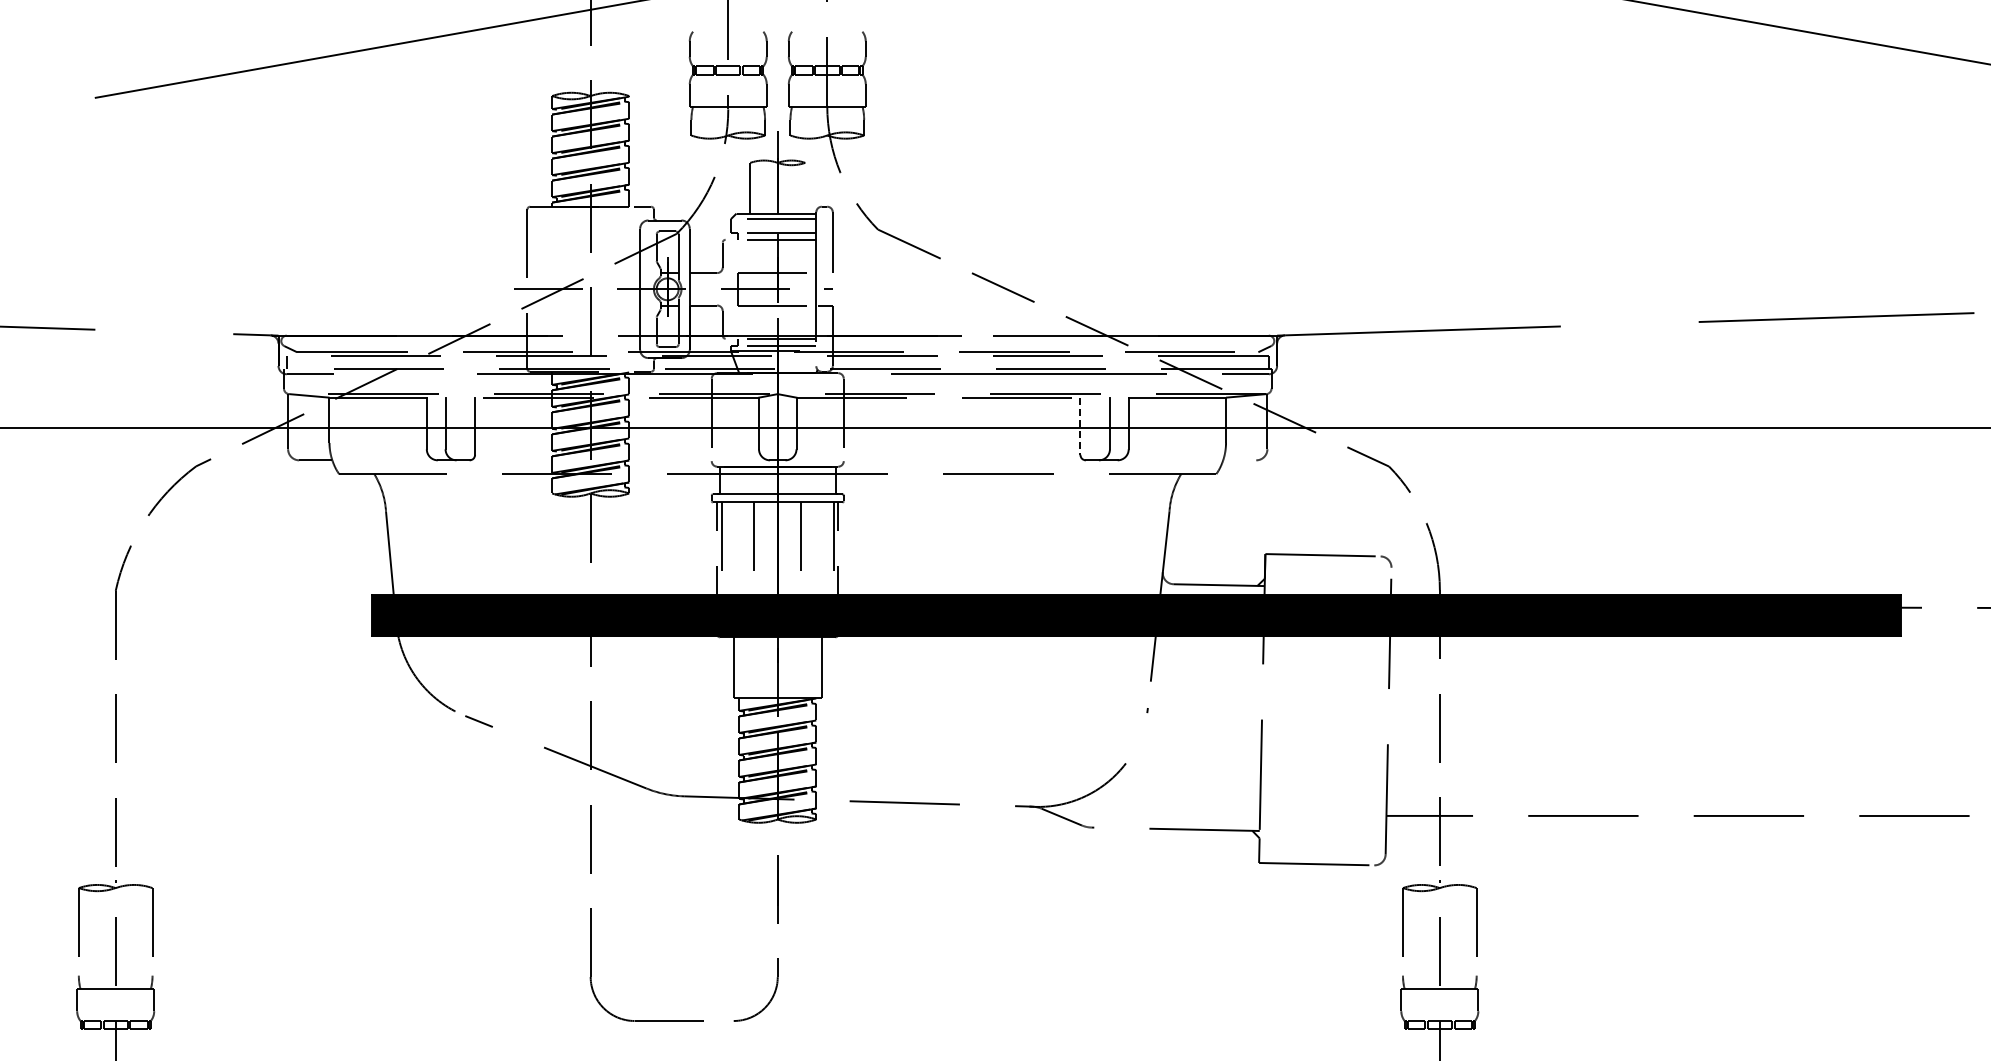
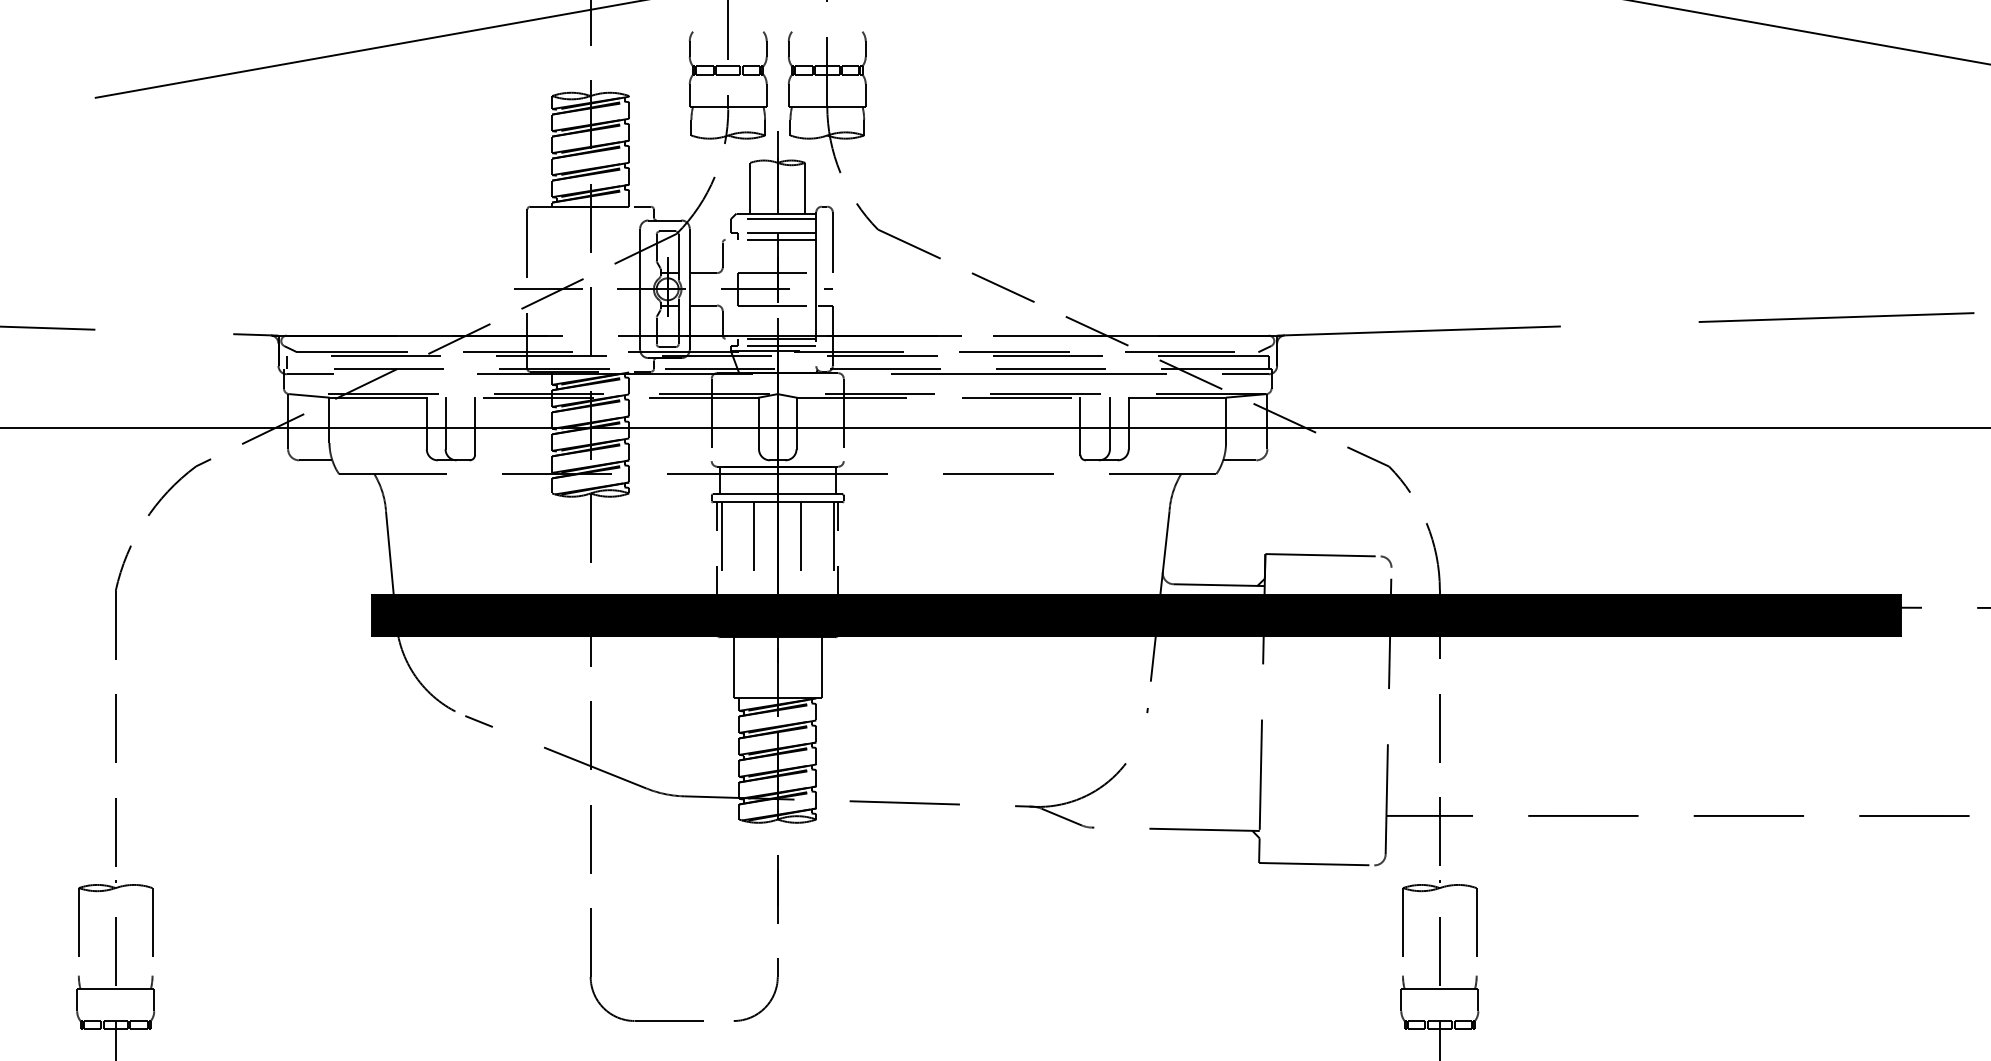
line at (805, 187): none -> present
line at (1080, 426): dashed -> solid
line at (1239, 460): none -> present
